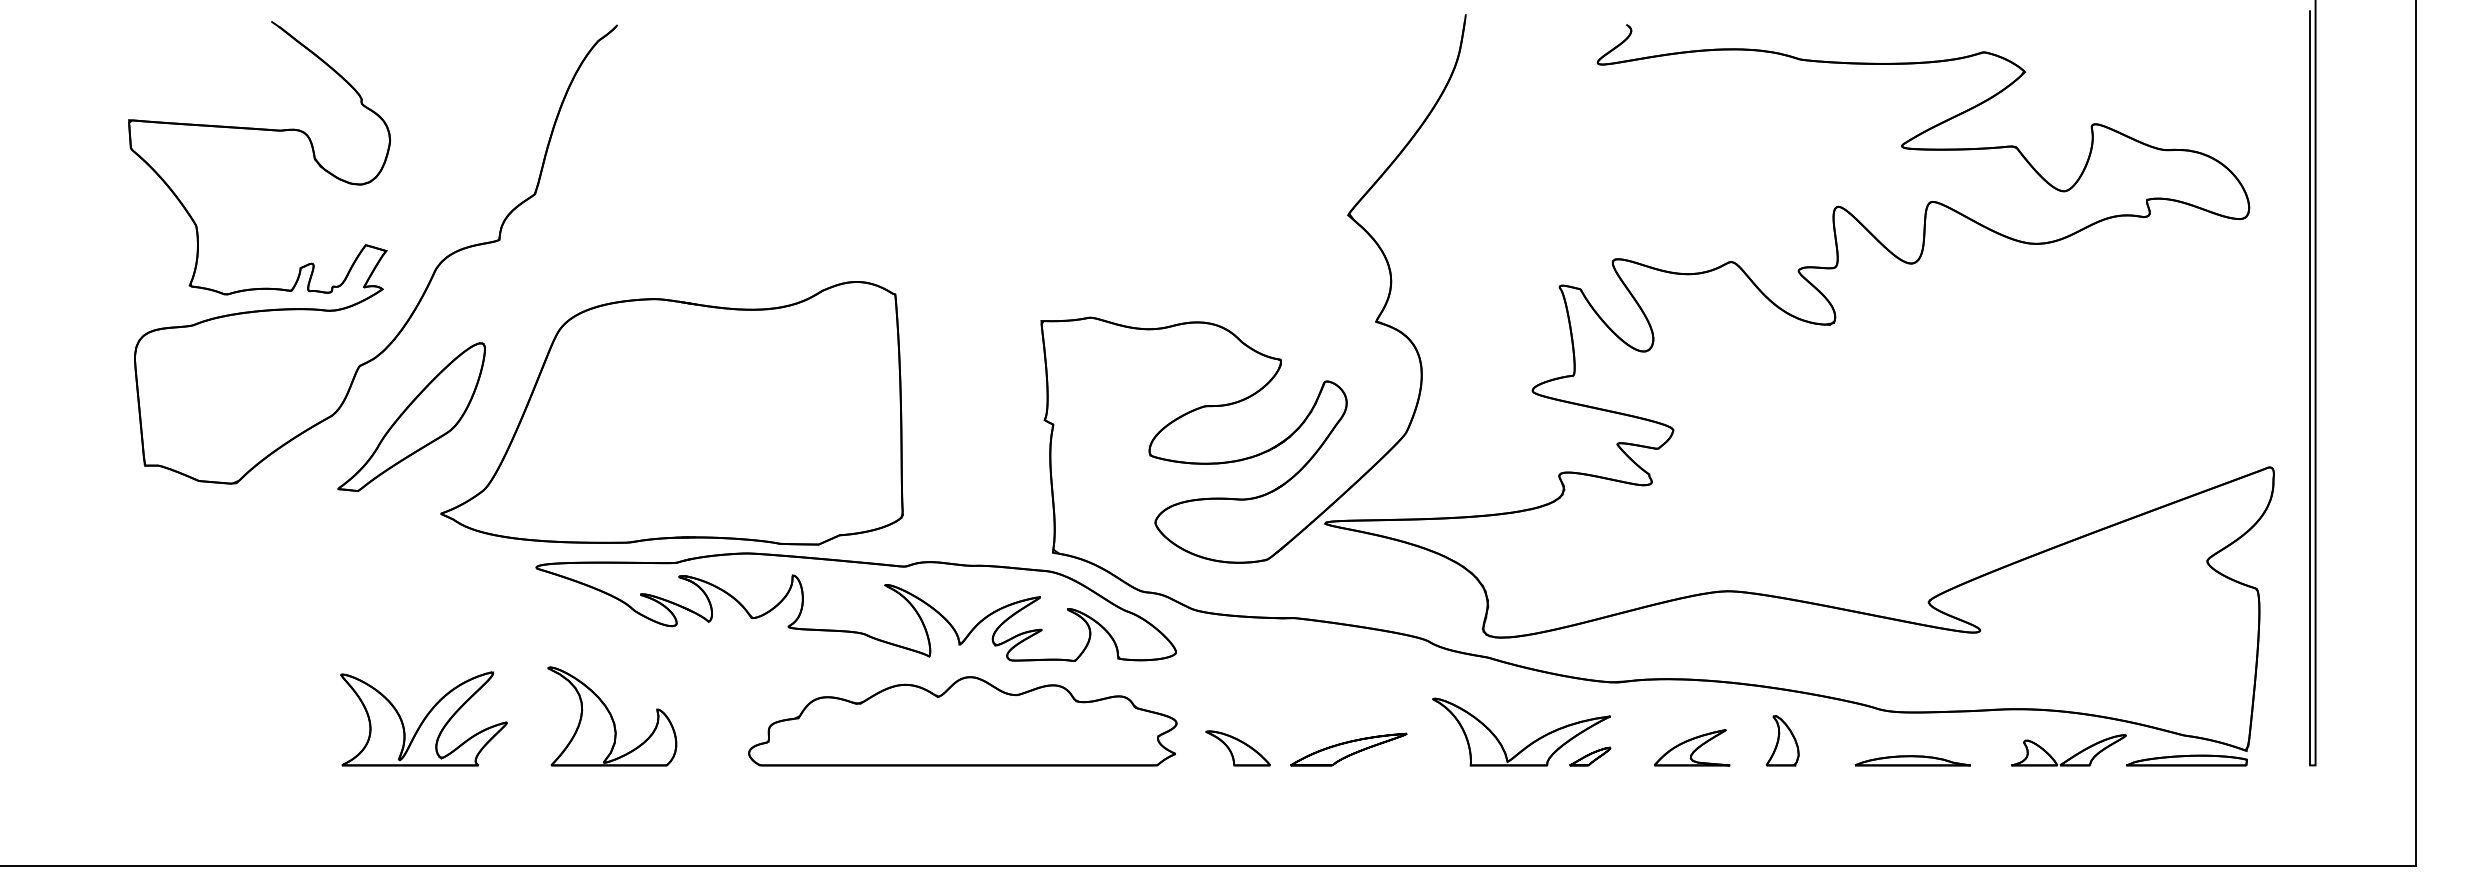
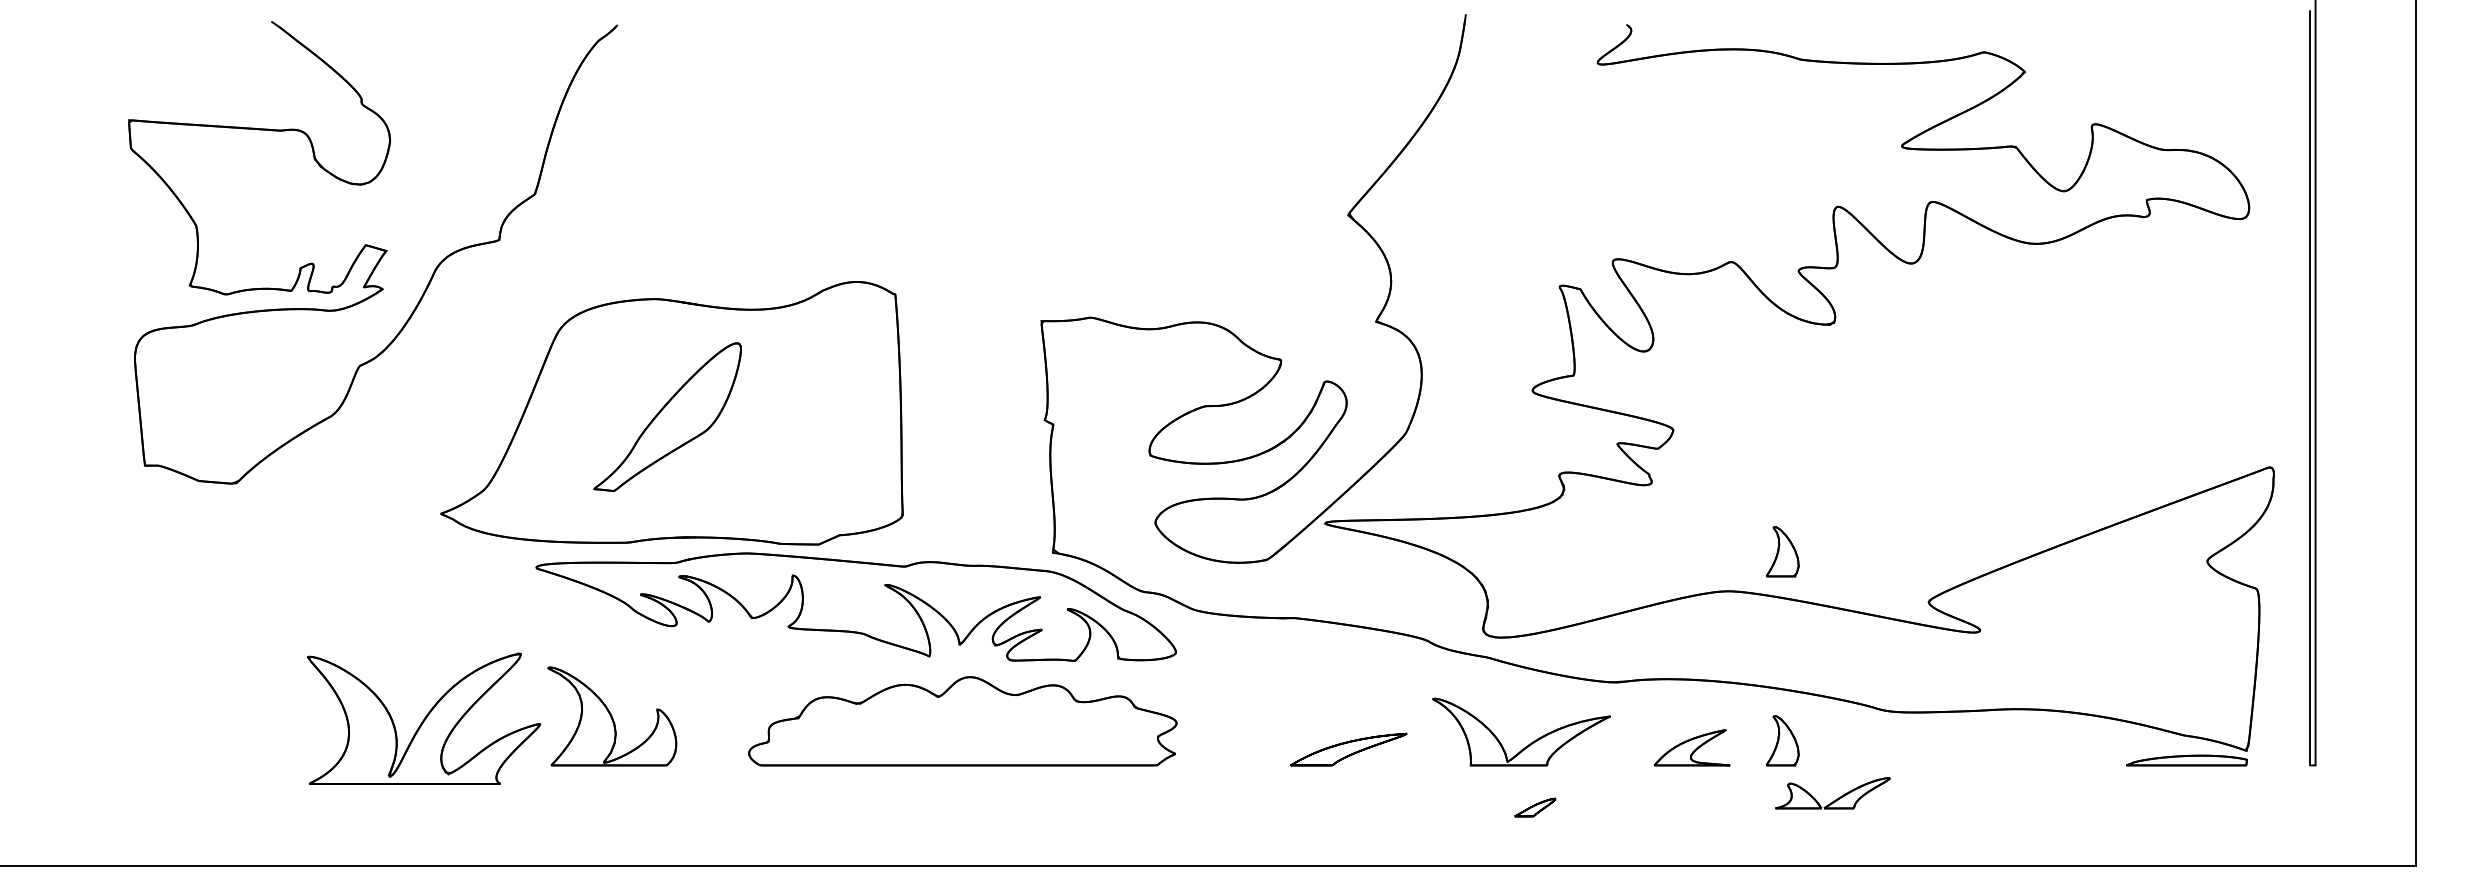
part at (411, 417) position: (411, 417) -> (667, 417)
part at (1782, 551): none -> present
part at (423, 718) size: 168x96 px -> 236x133 px
part at (1237, 748): present -> none
part at (1590, 756) position: (1590, 756) -> (1535, 807)
part at (2071, 756) position: (2071, 756) -> (1835, 799)
part at (1912, 760): present -> none
